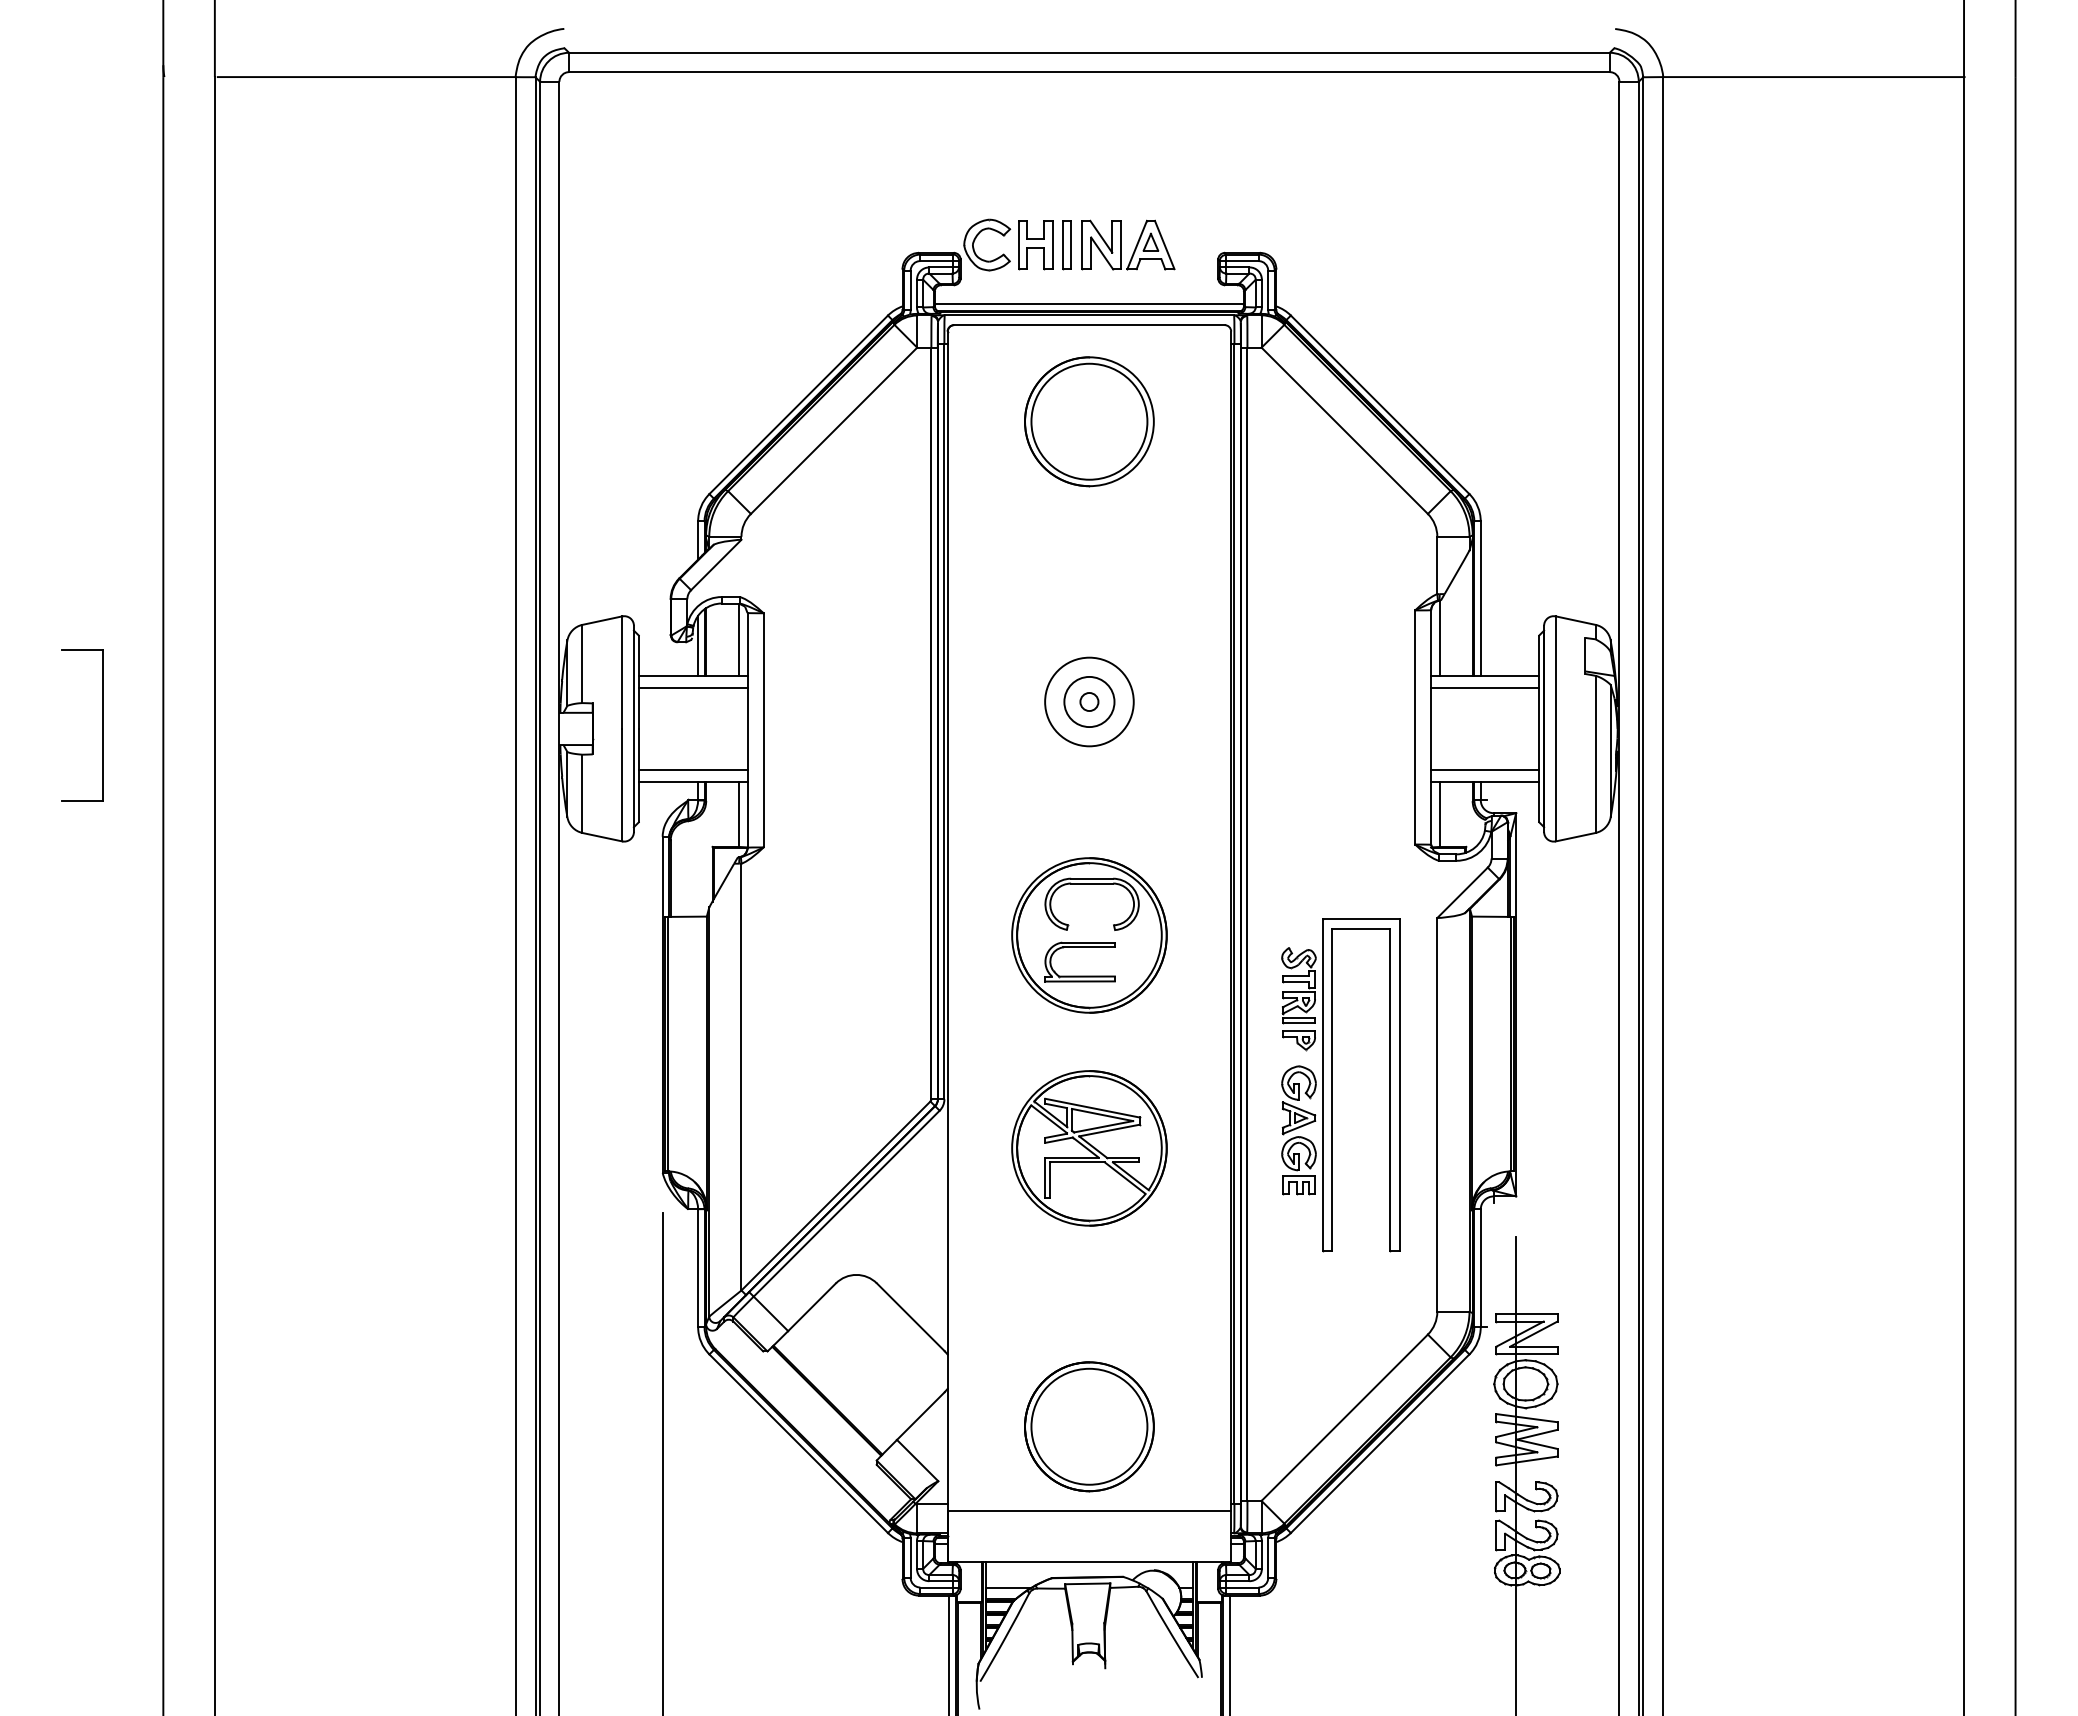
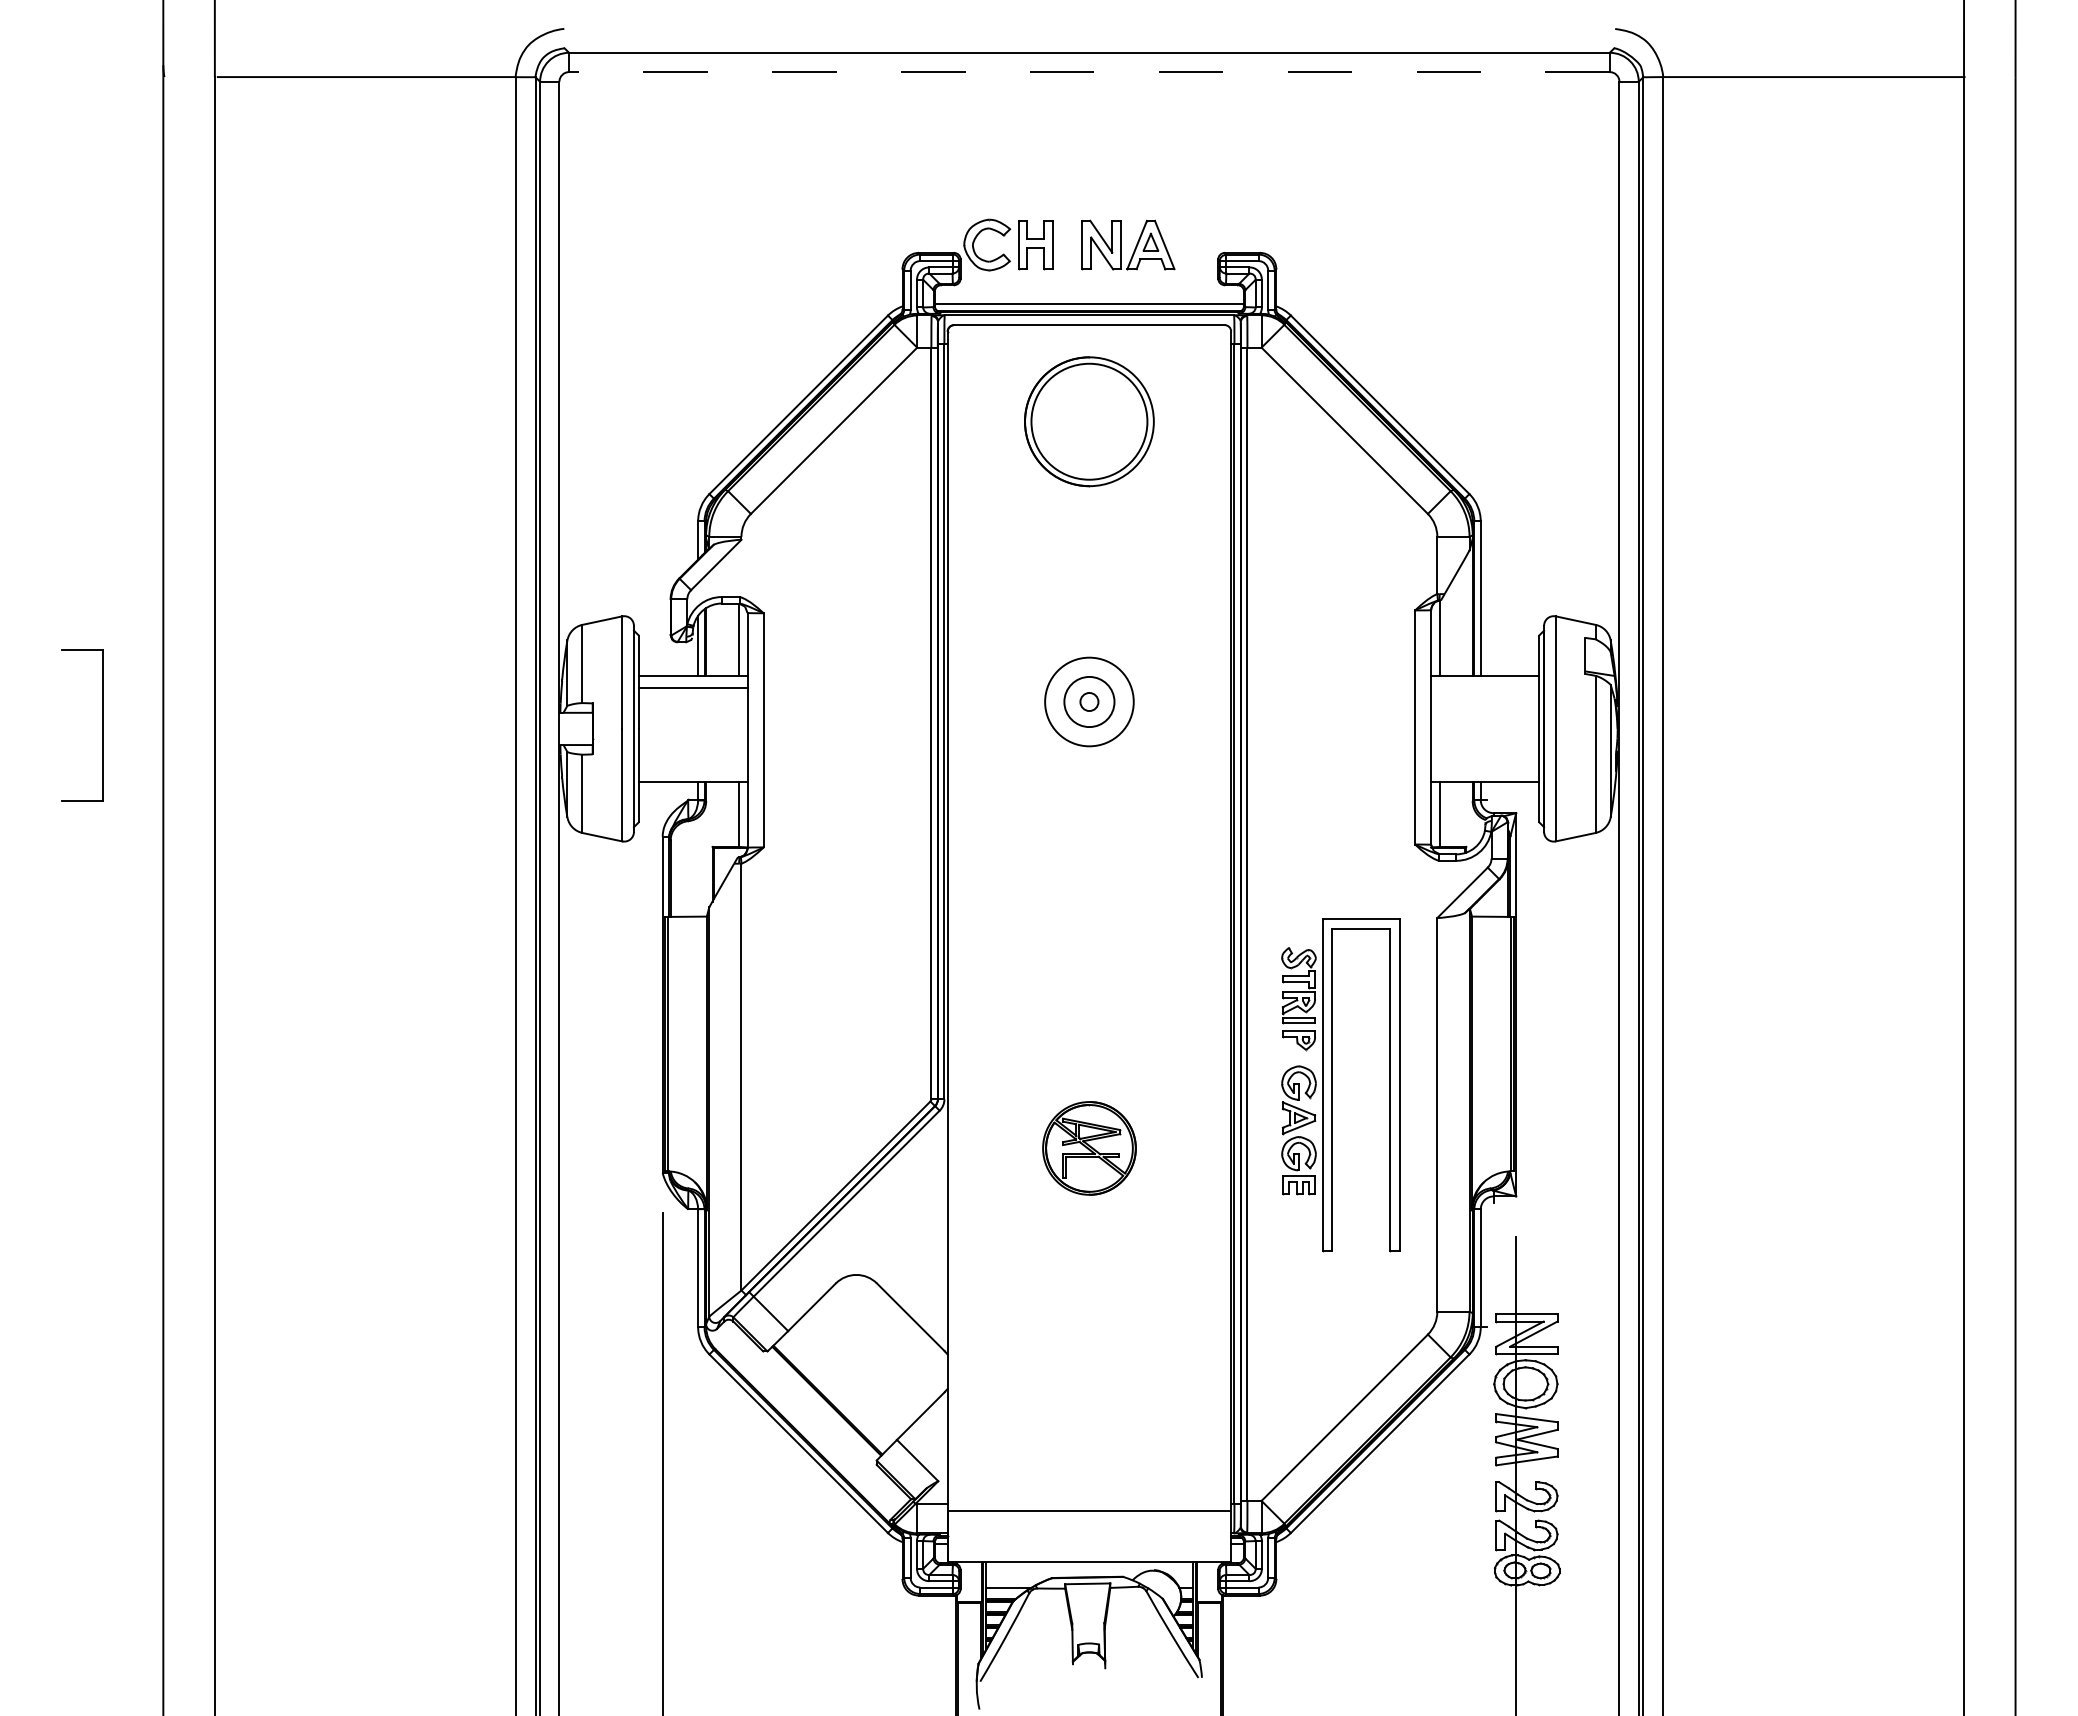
line at (1088, 72): solid -> dashed
part at (1066, 245): present -> none
line at (1485, 688): present -> none
line at (692, 769): present -> none
line at (1485, 769): present -> none
part at (1089, 935): present -> none
part at (1089, 1148) size: 157x157 px -> 95x95 px
part at (1089, 1426): present -> none
line at (949, 1653): present -> none
line at (1229, 1653): present -> none
